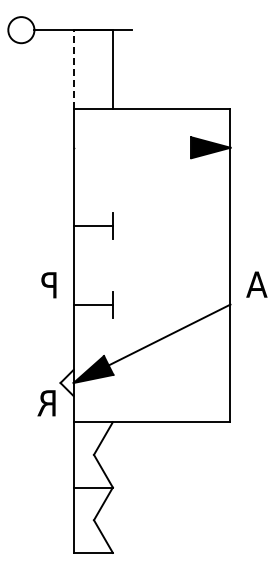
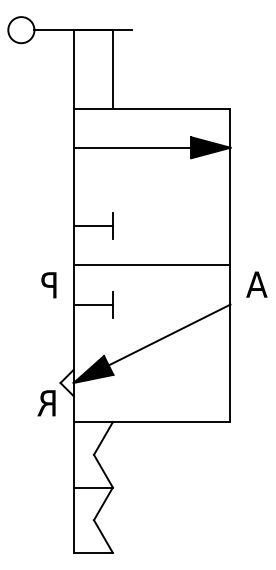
line at (73, 68): dashed -> solid
line at (132, 147): none -> present
line at (151, 265): none -> present
